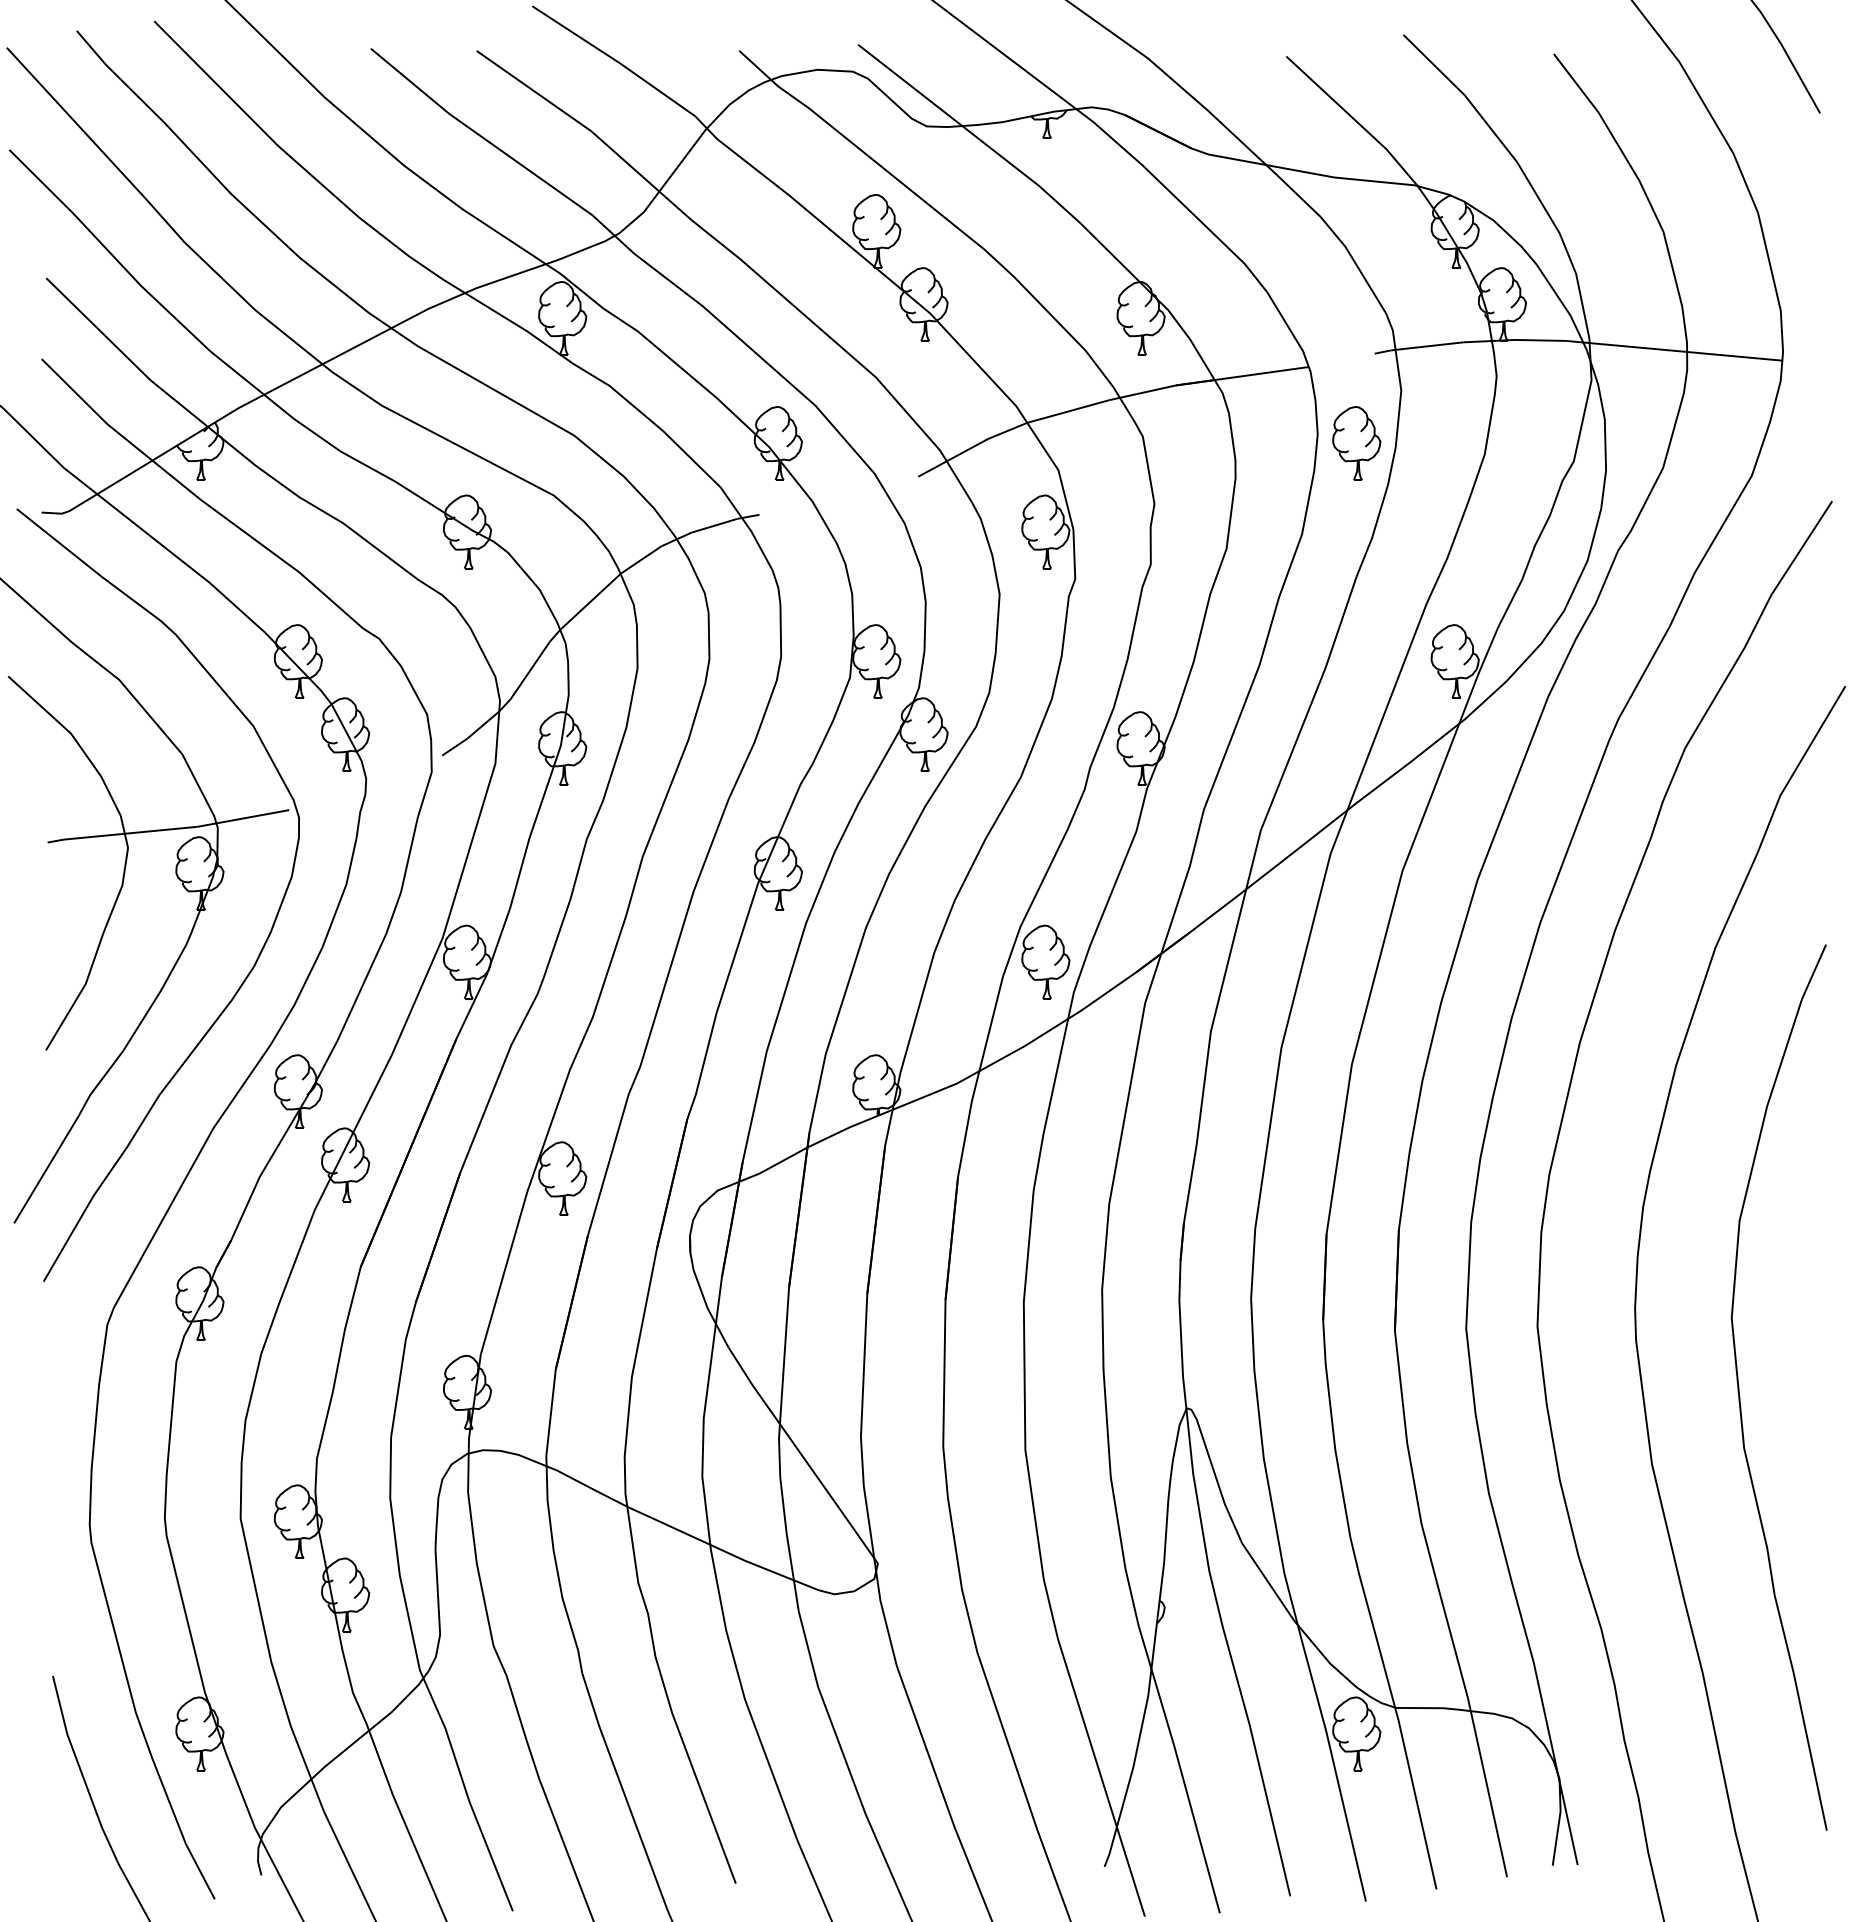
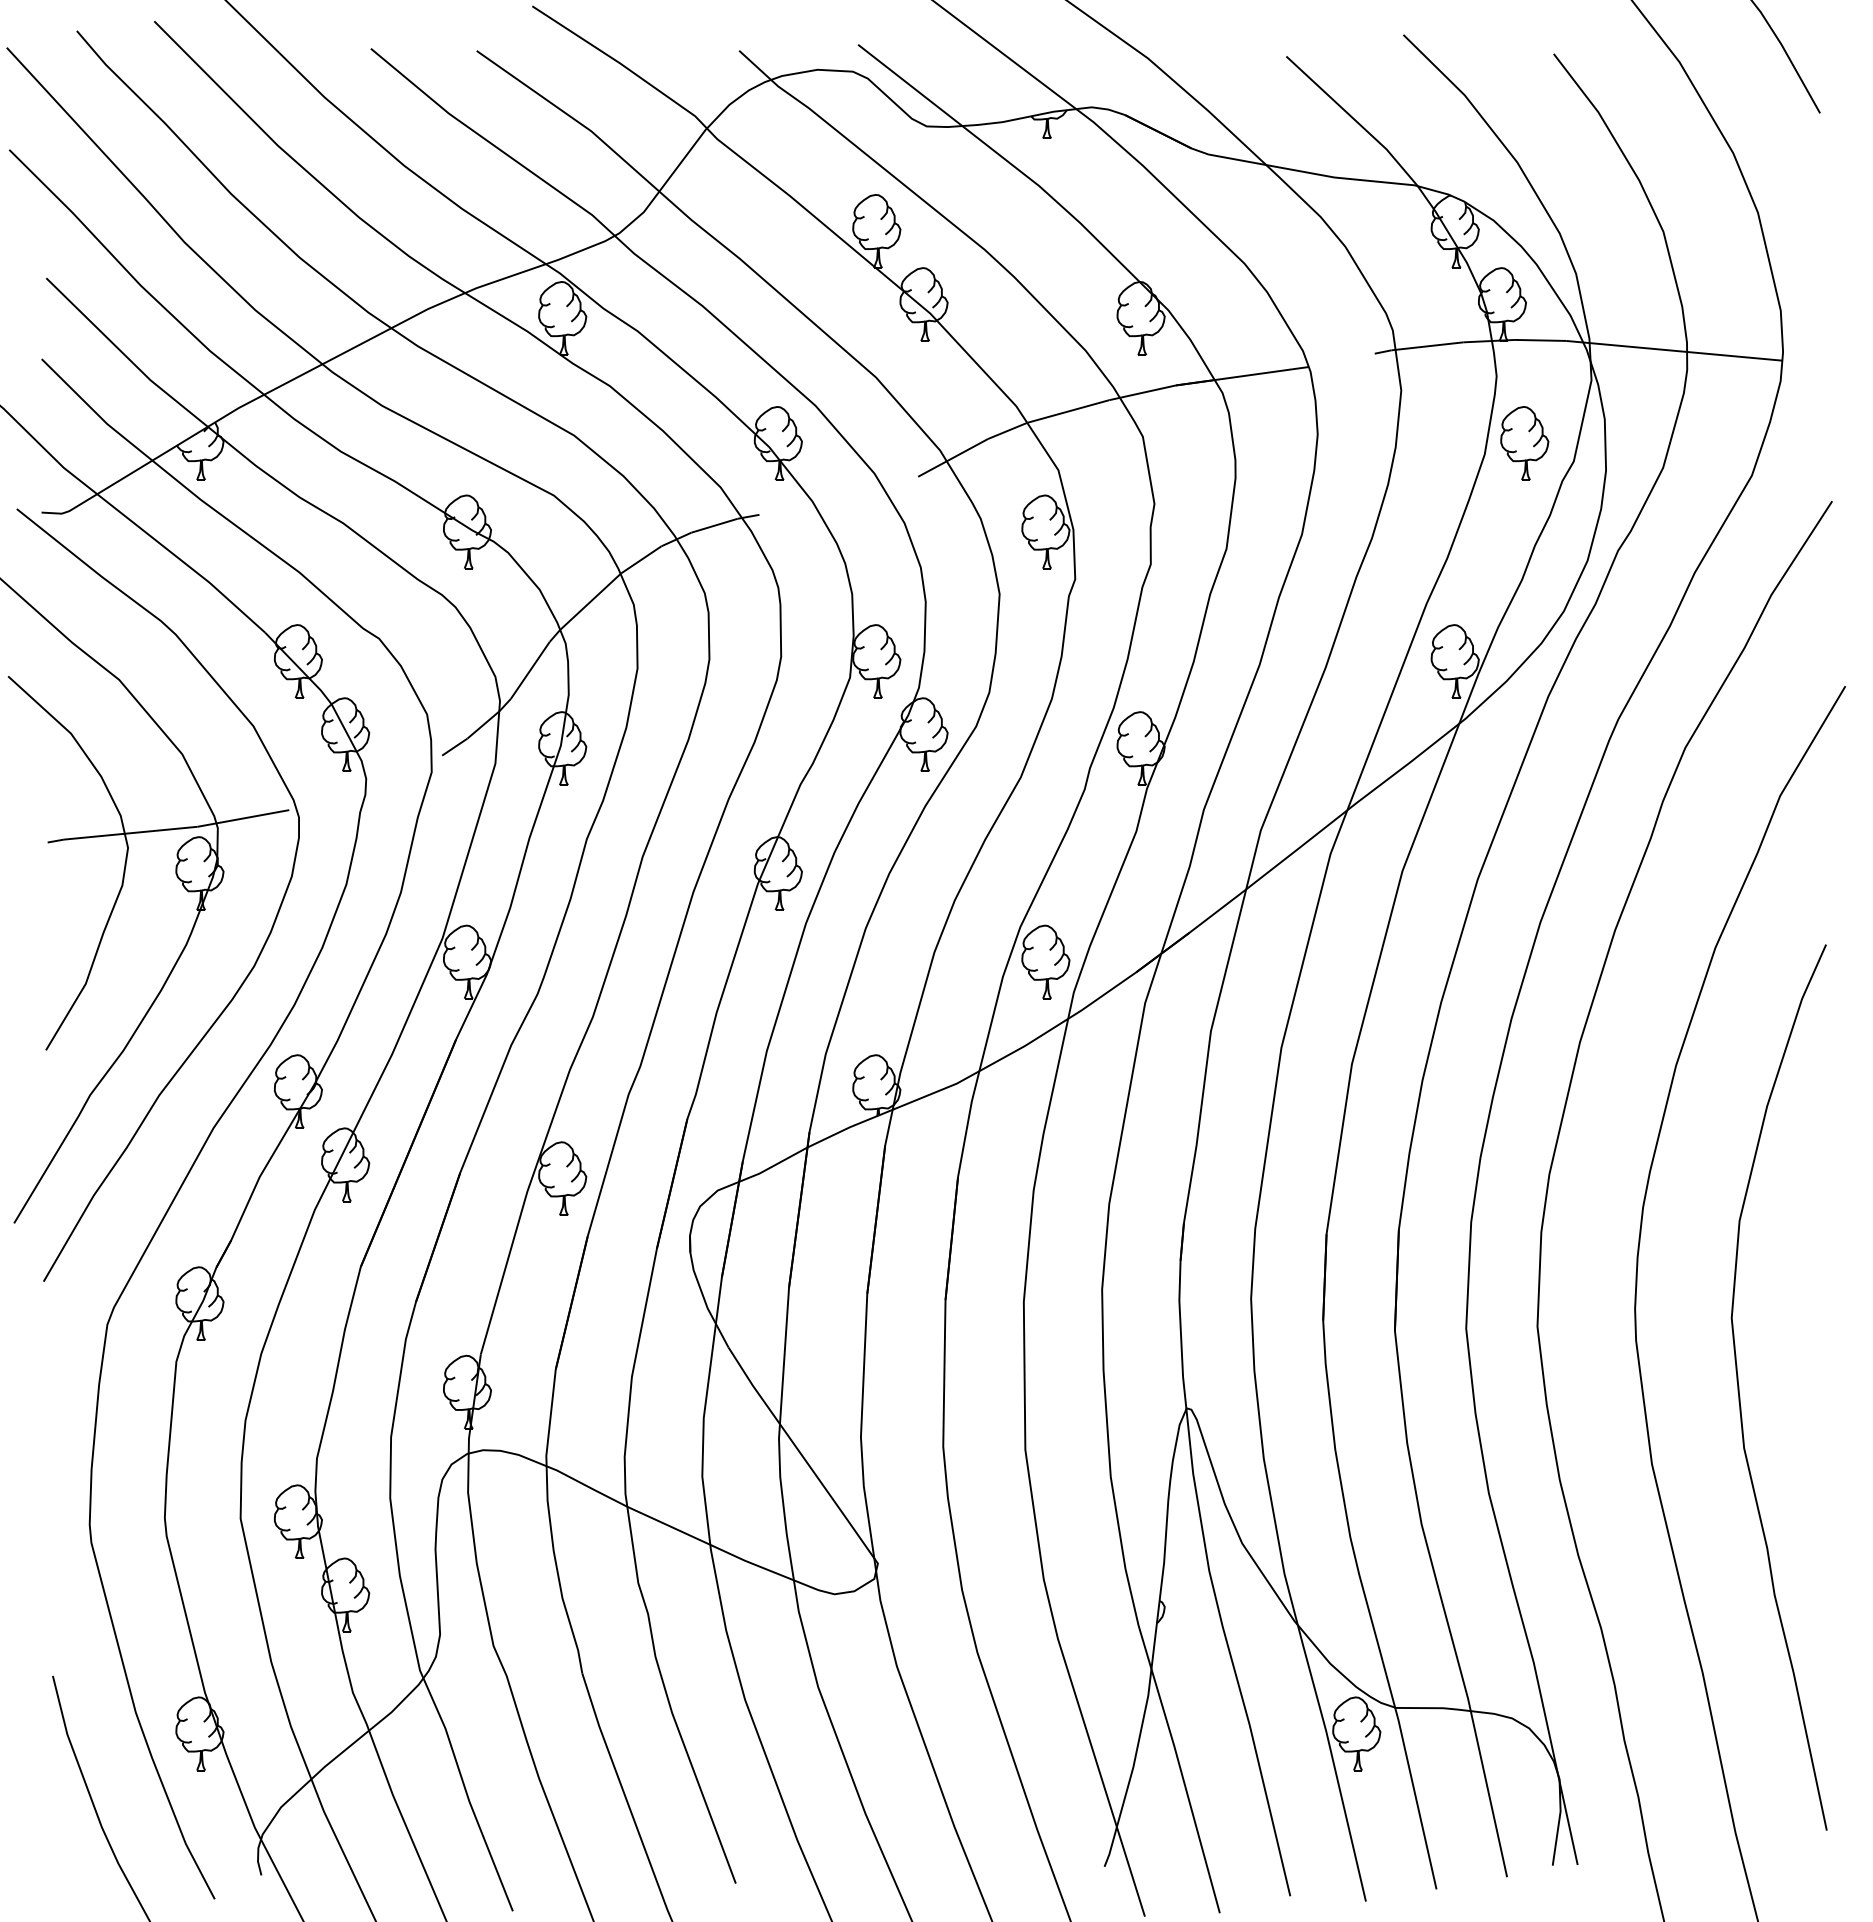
part at (1356, 443) position: (1356, 443) -> (1524, 443)
